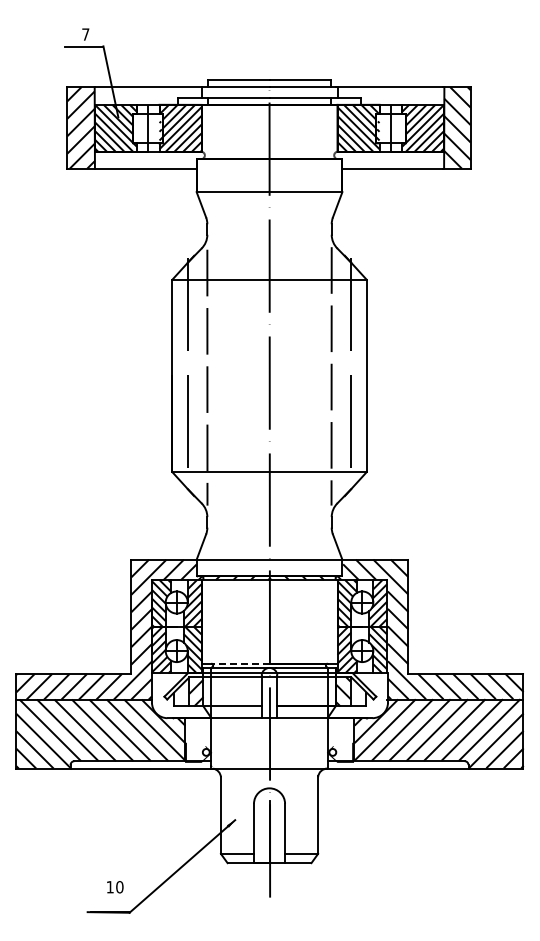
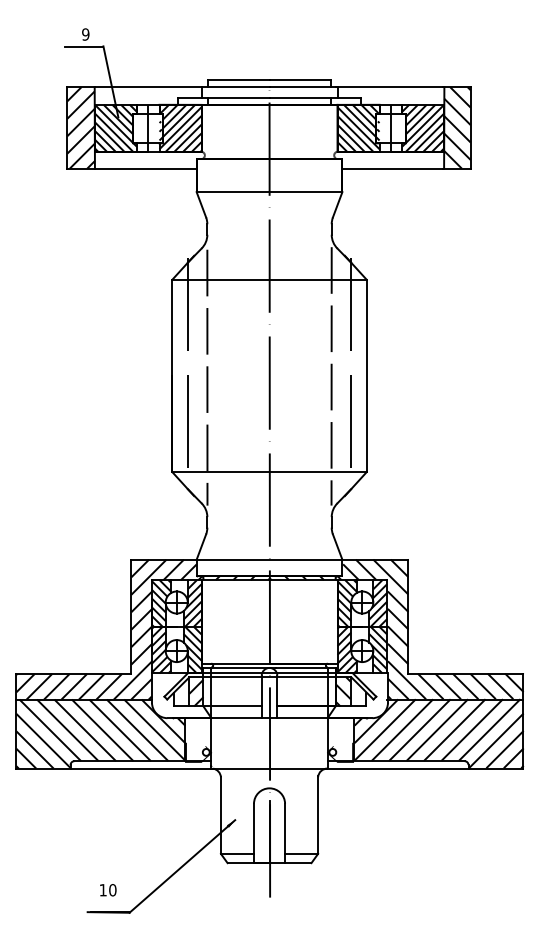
text at (85, 34): 7 -> 9
line at (239, 663): dashed -> solid
text at (115, 887) position: (115, 887) -> (108, 890)
